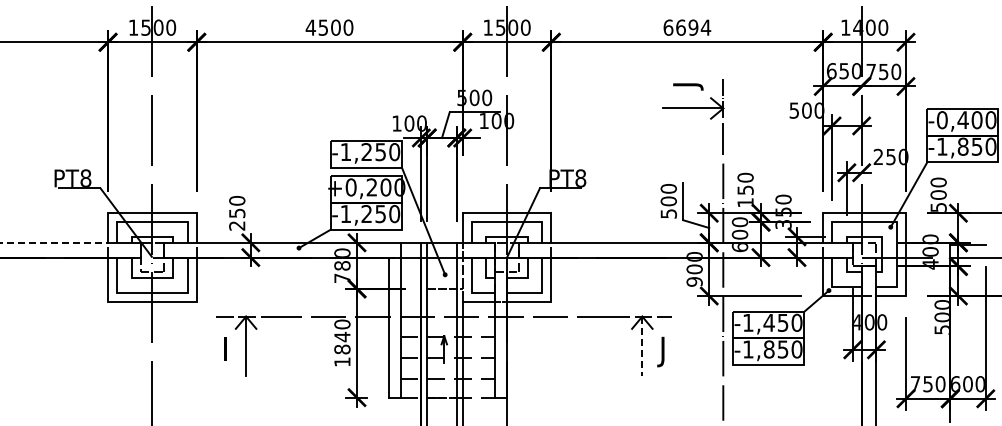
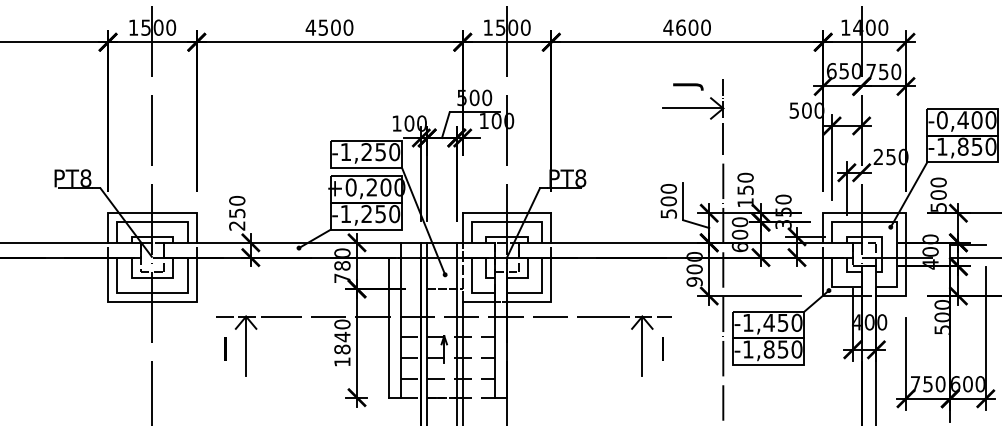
text at (687, 27): 6694 -> 4600
line at (54, 242): dashed -> solid
line at (642, 346): dashed -> solid
text at (660, 351): J -> I
